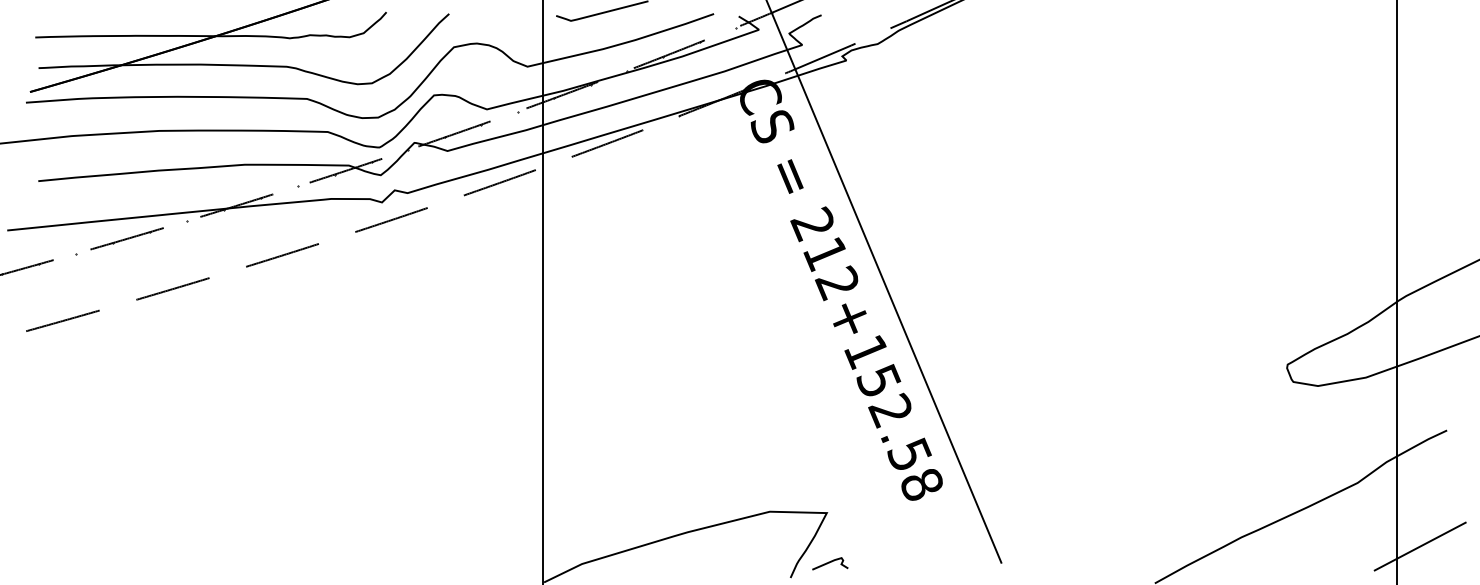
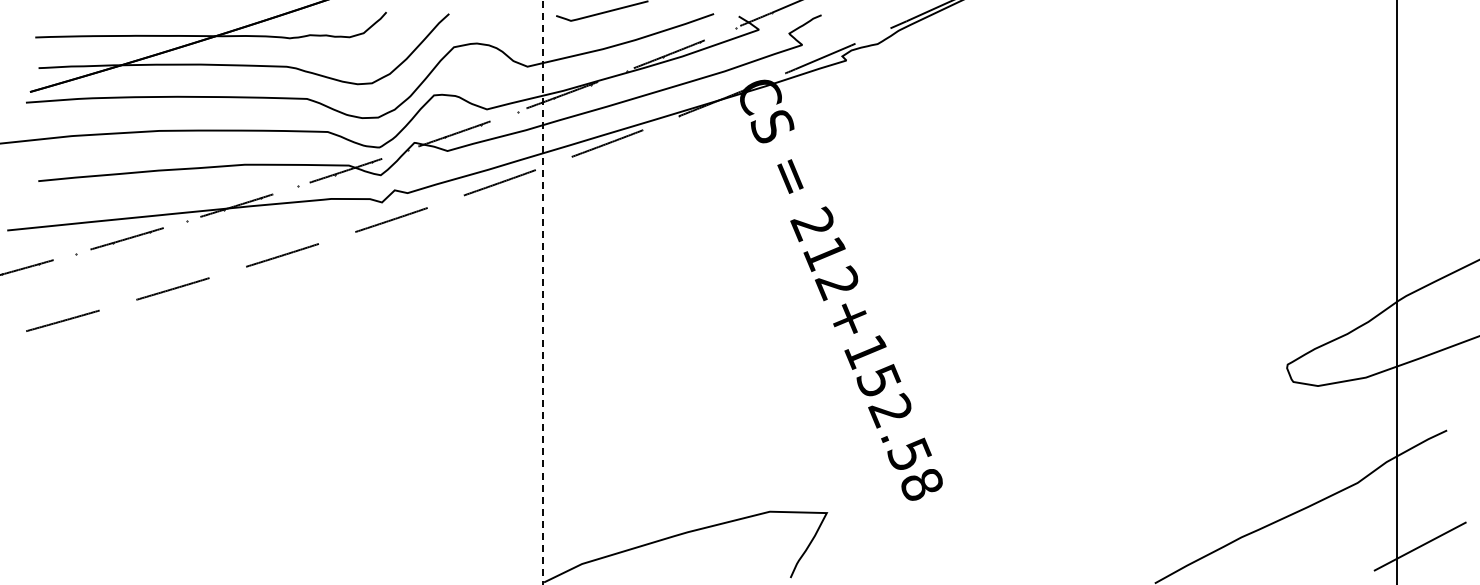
line at (884, 282): present -> none
line at (542, 292): solid -> dashed
curve at (830, 562): present -> none
